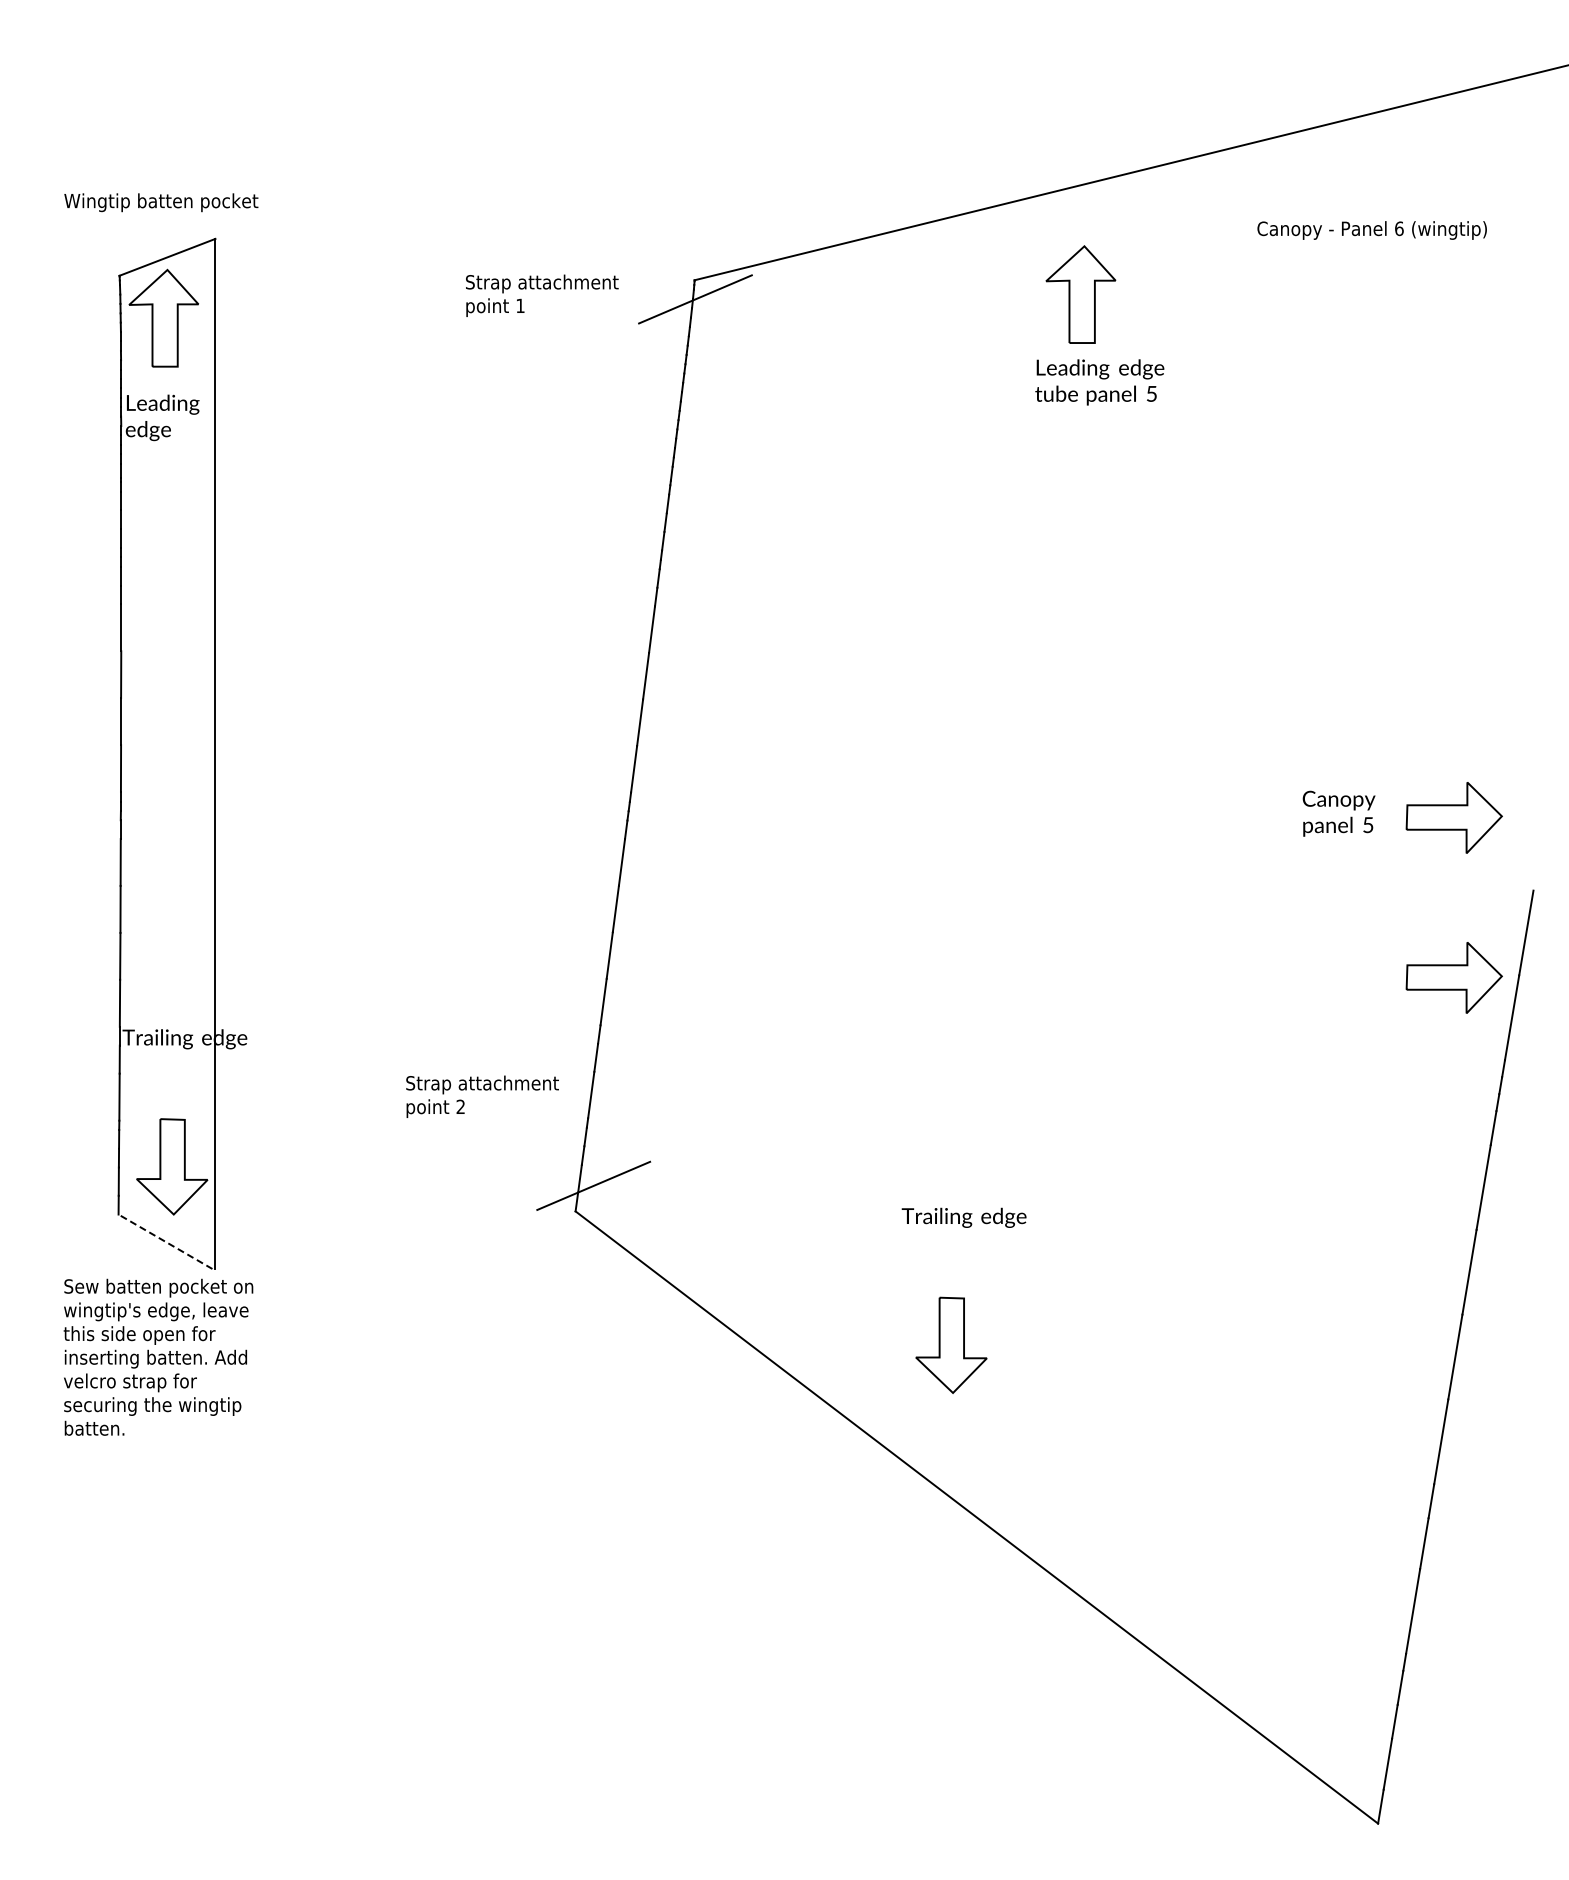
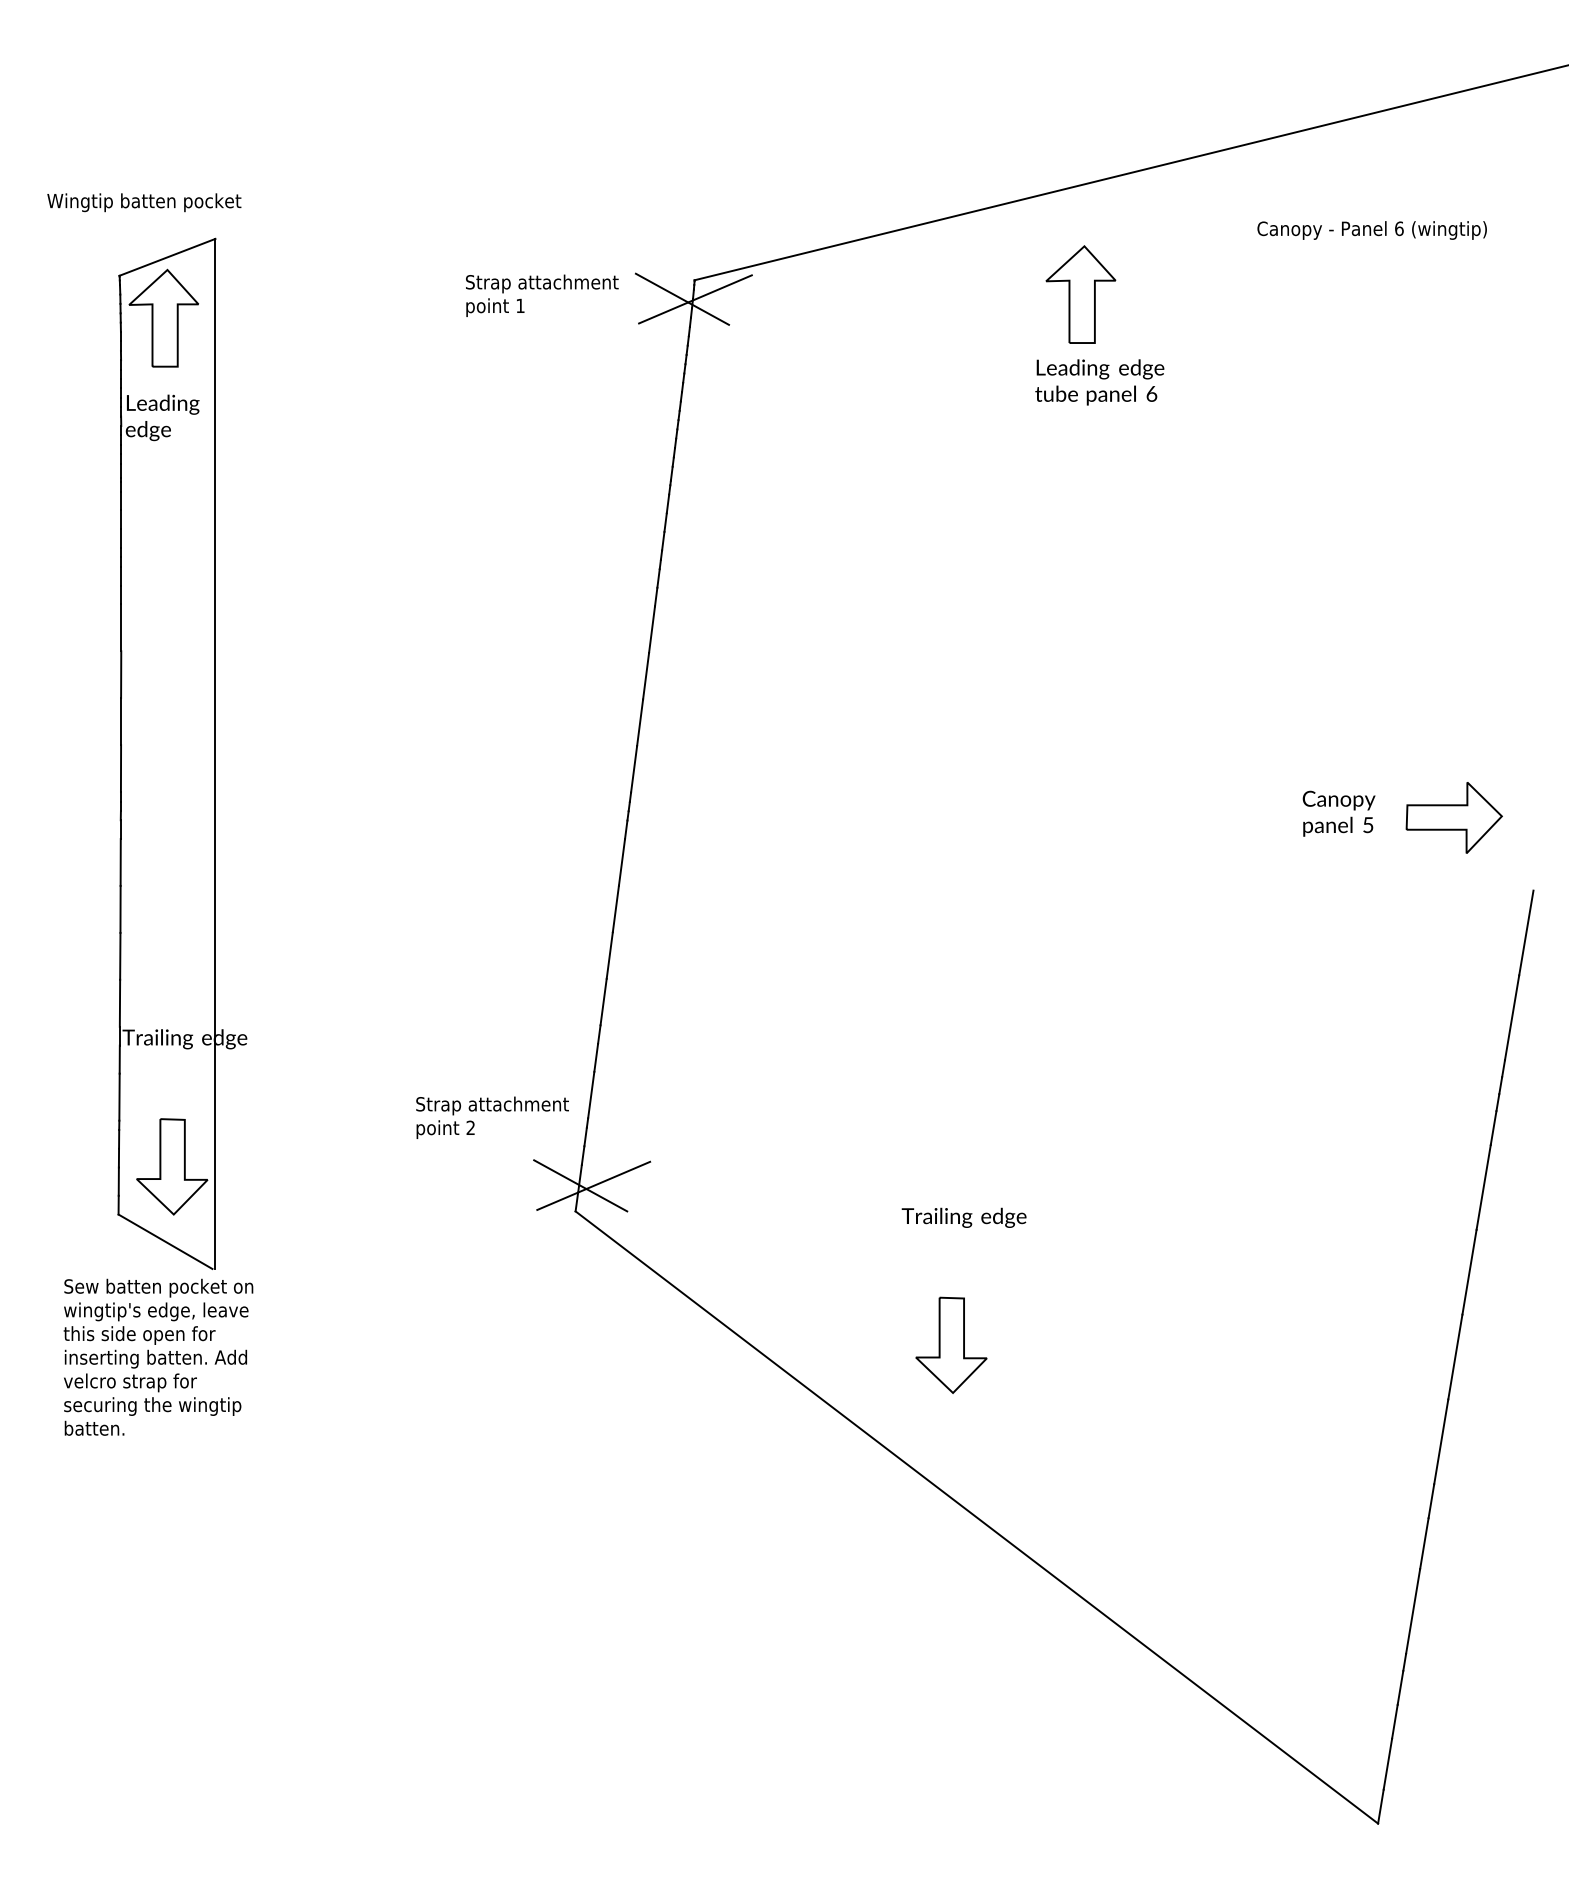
text at (161, 202) position: (161, 202) -> (144, 202)
line at (682, 298): none -> present
text at (1151, 393): 5 -> 6
part at (1453, 977): present -> none
text at (482, 1096) position: (482, 1096) -> (492, 1117)
line at (580, 1185): none -> present
line at (165, 1241): dashed -> solid
